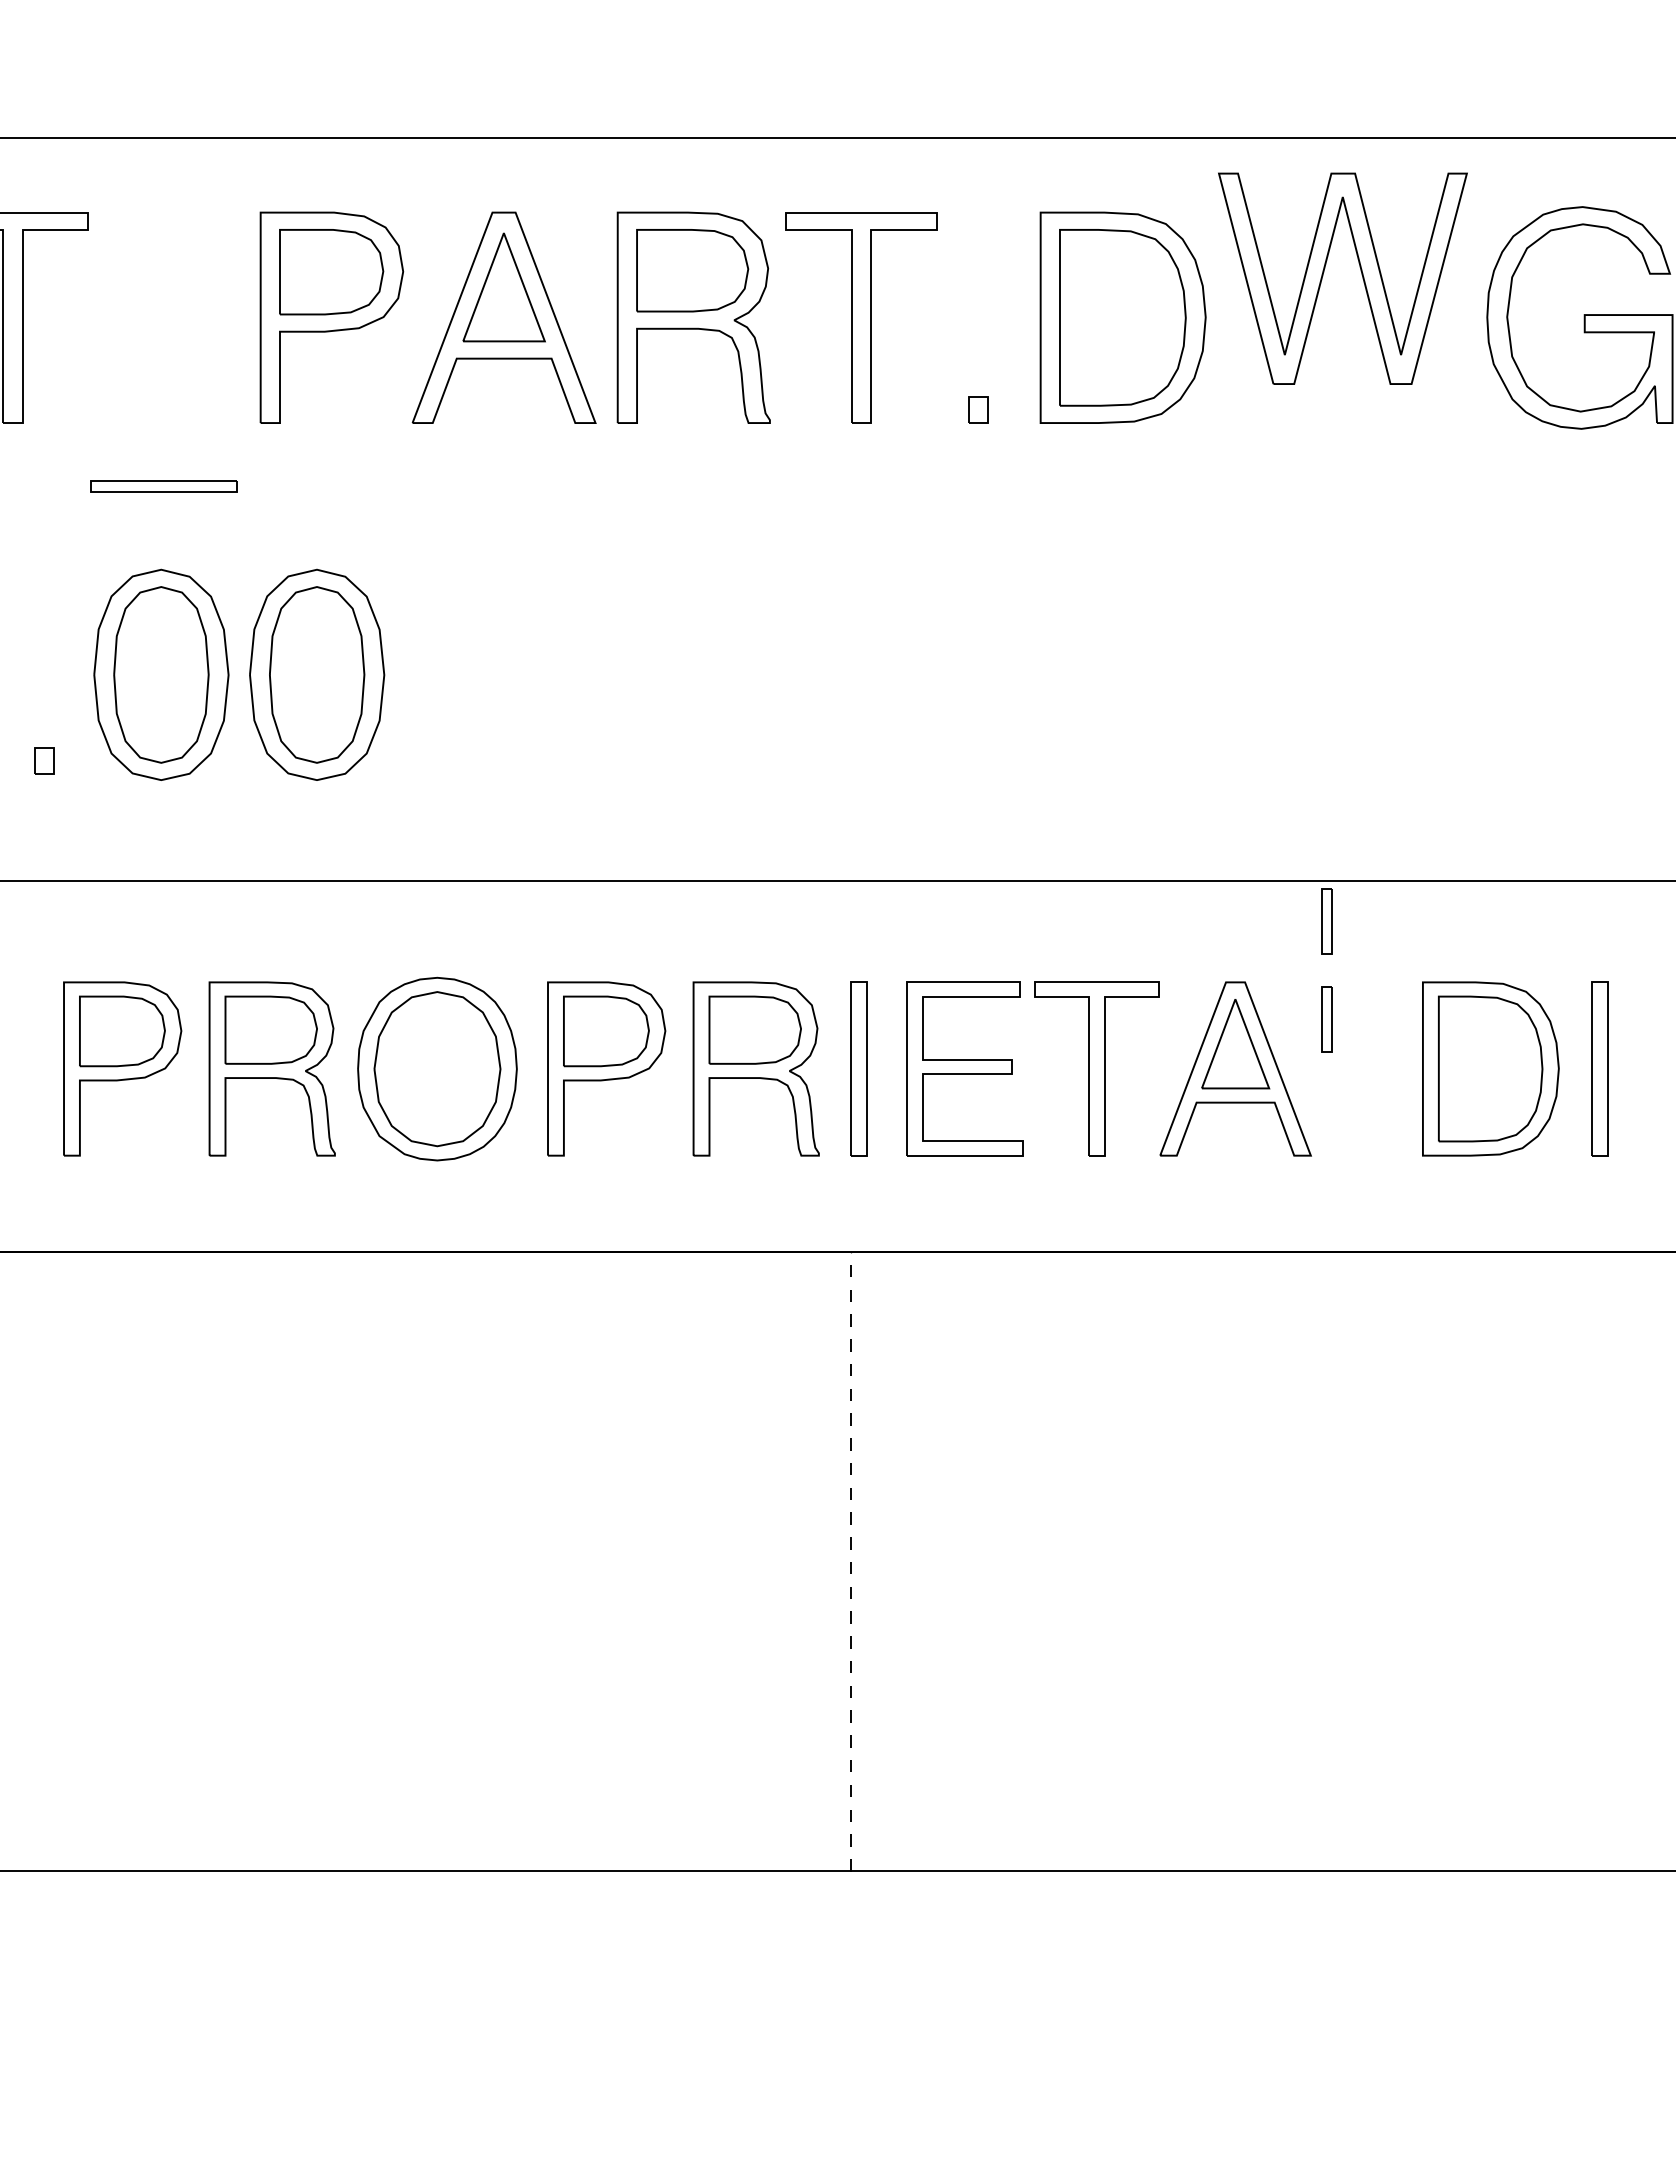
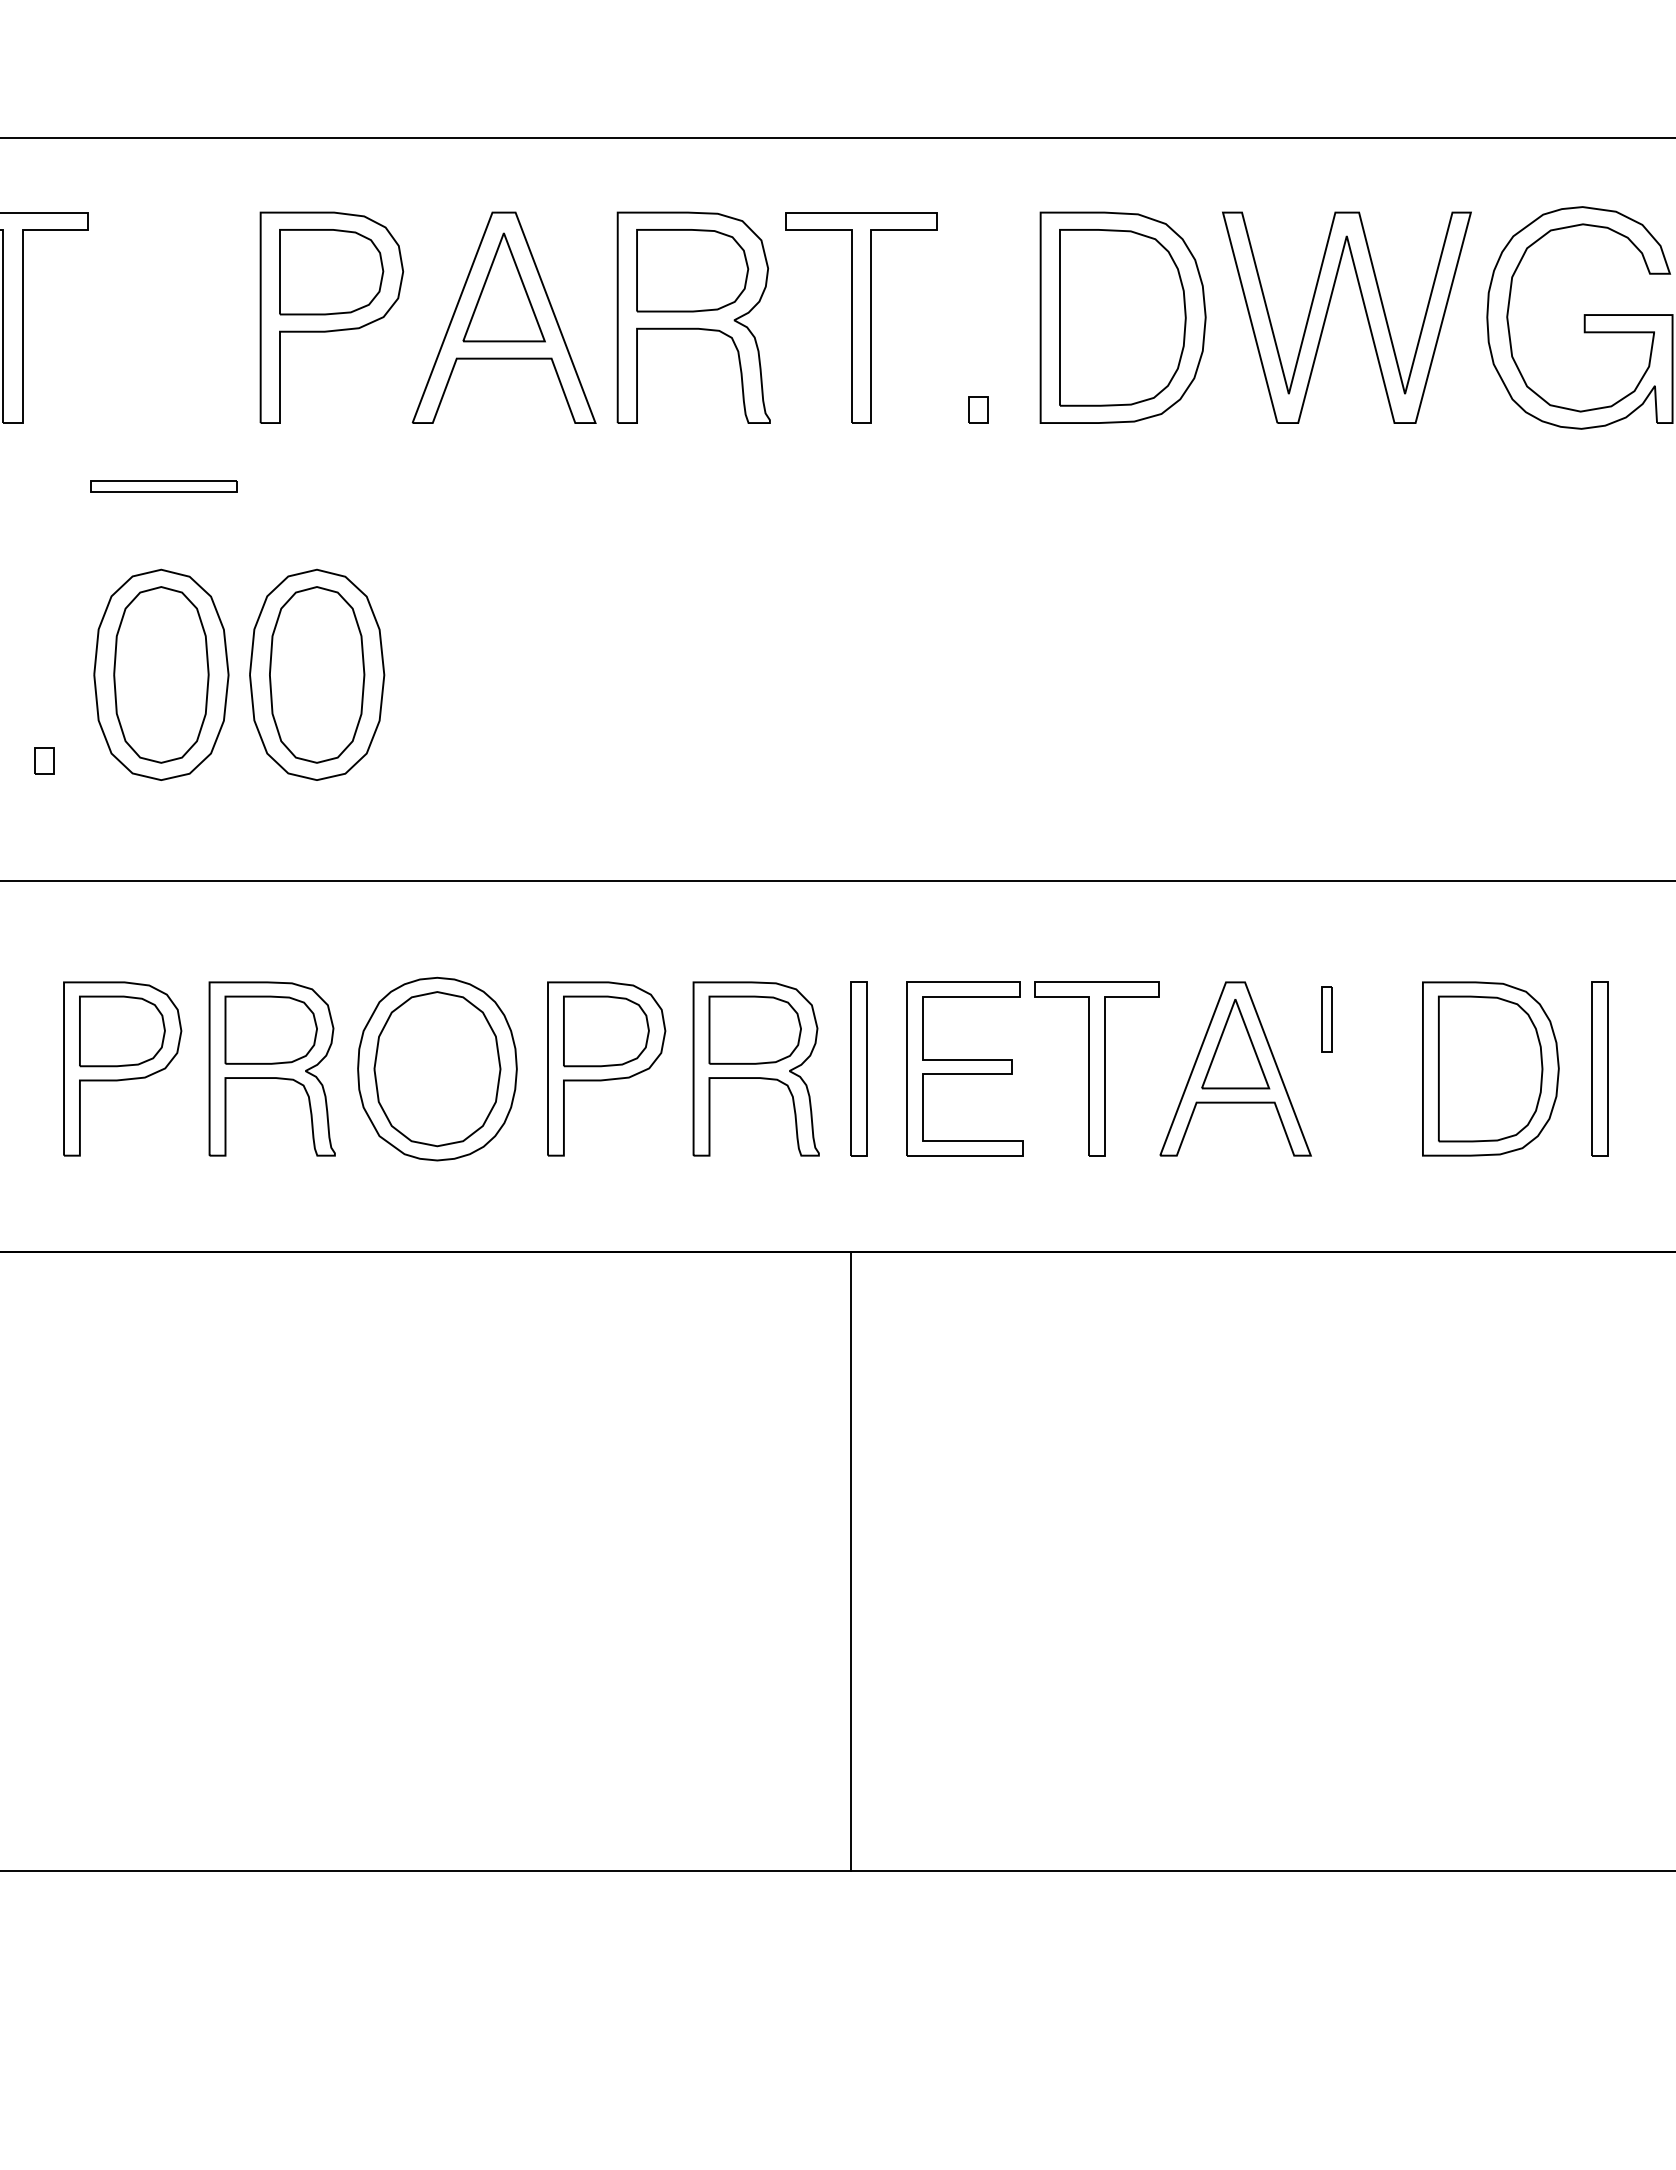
part at (1324, 272) position: (1324, 272) -> (1328, 311)
part at (1326, 921): present -> none
line at (851, 1561): dashed -> solid
